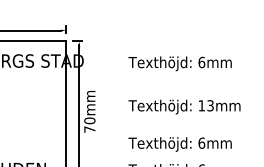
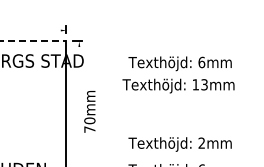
line at (31, 30): present -> none
line at (33, 41): solid -> dashed
line at (79, 104): present -> none
text at (184, 106) position: (184, 106) -> (178, 85)
text at (201, 142): 6mm -> 2mm
